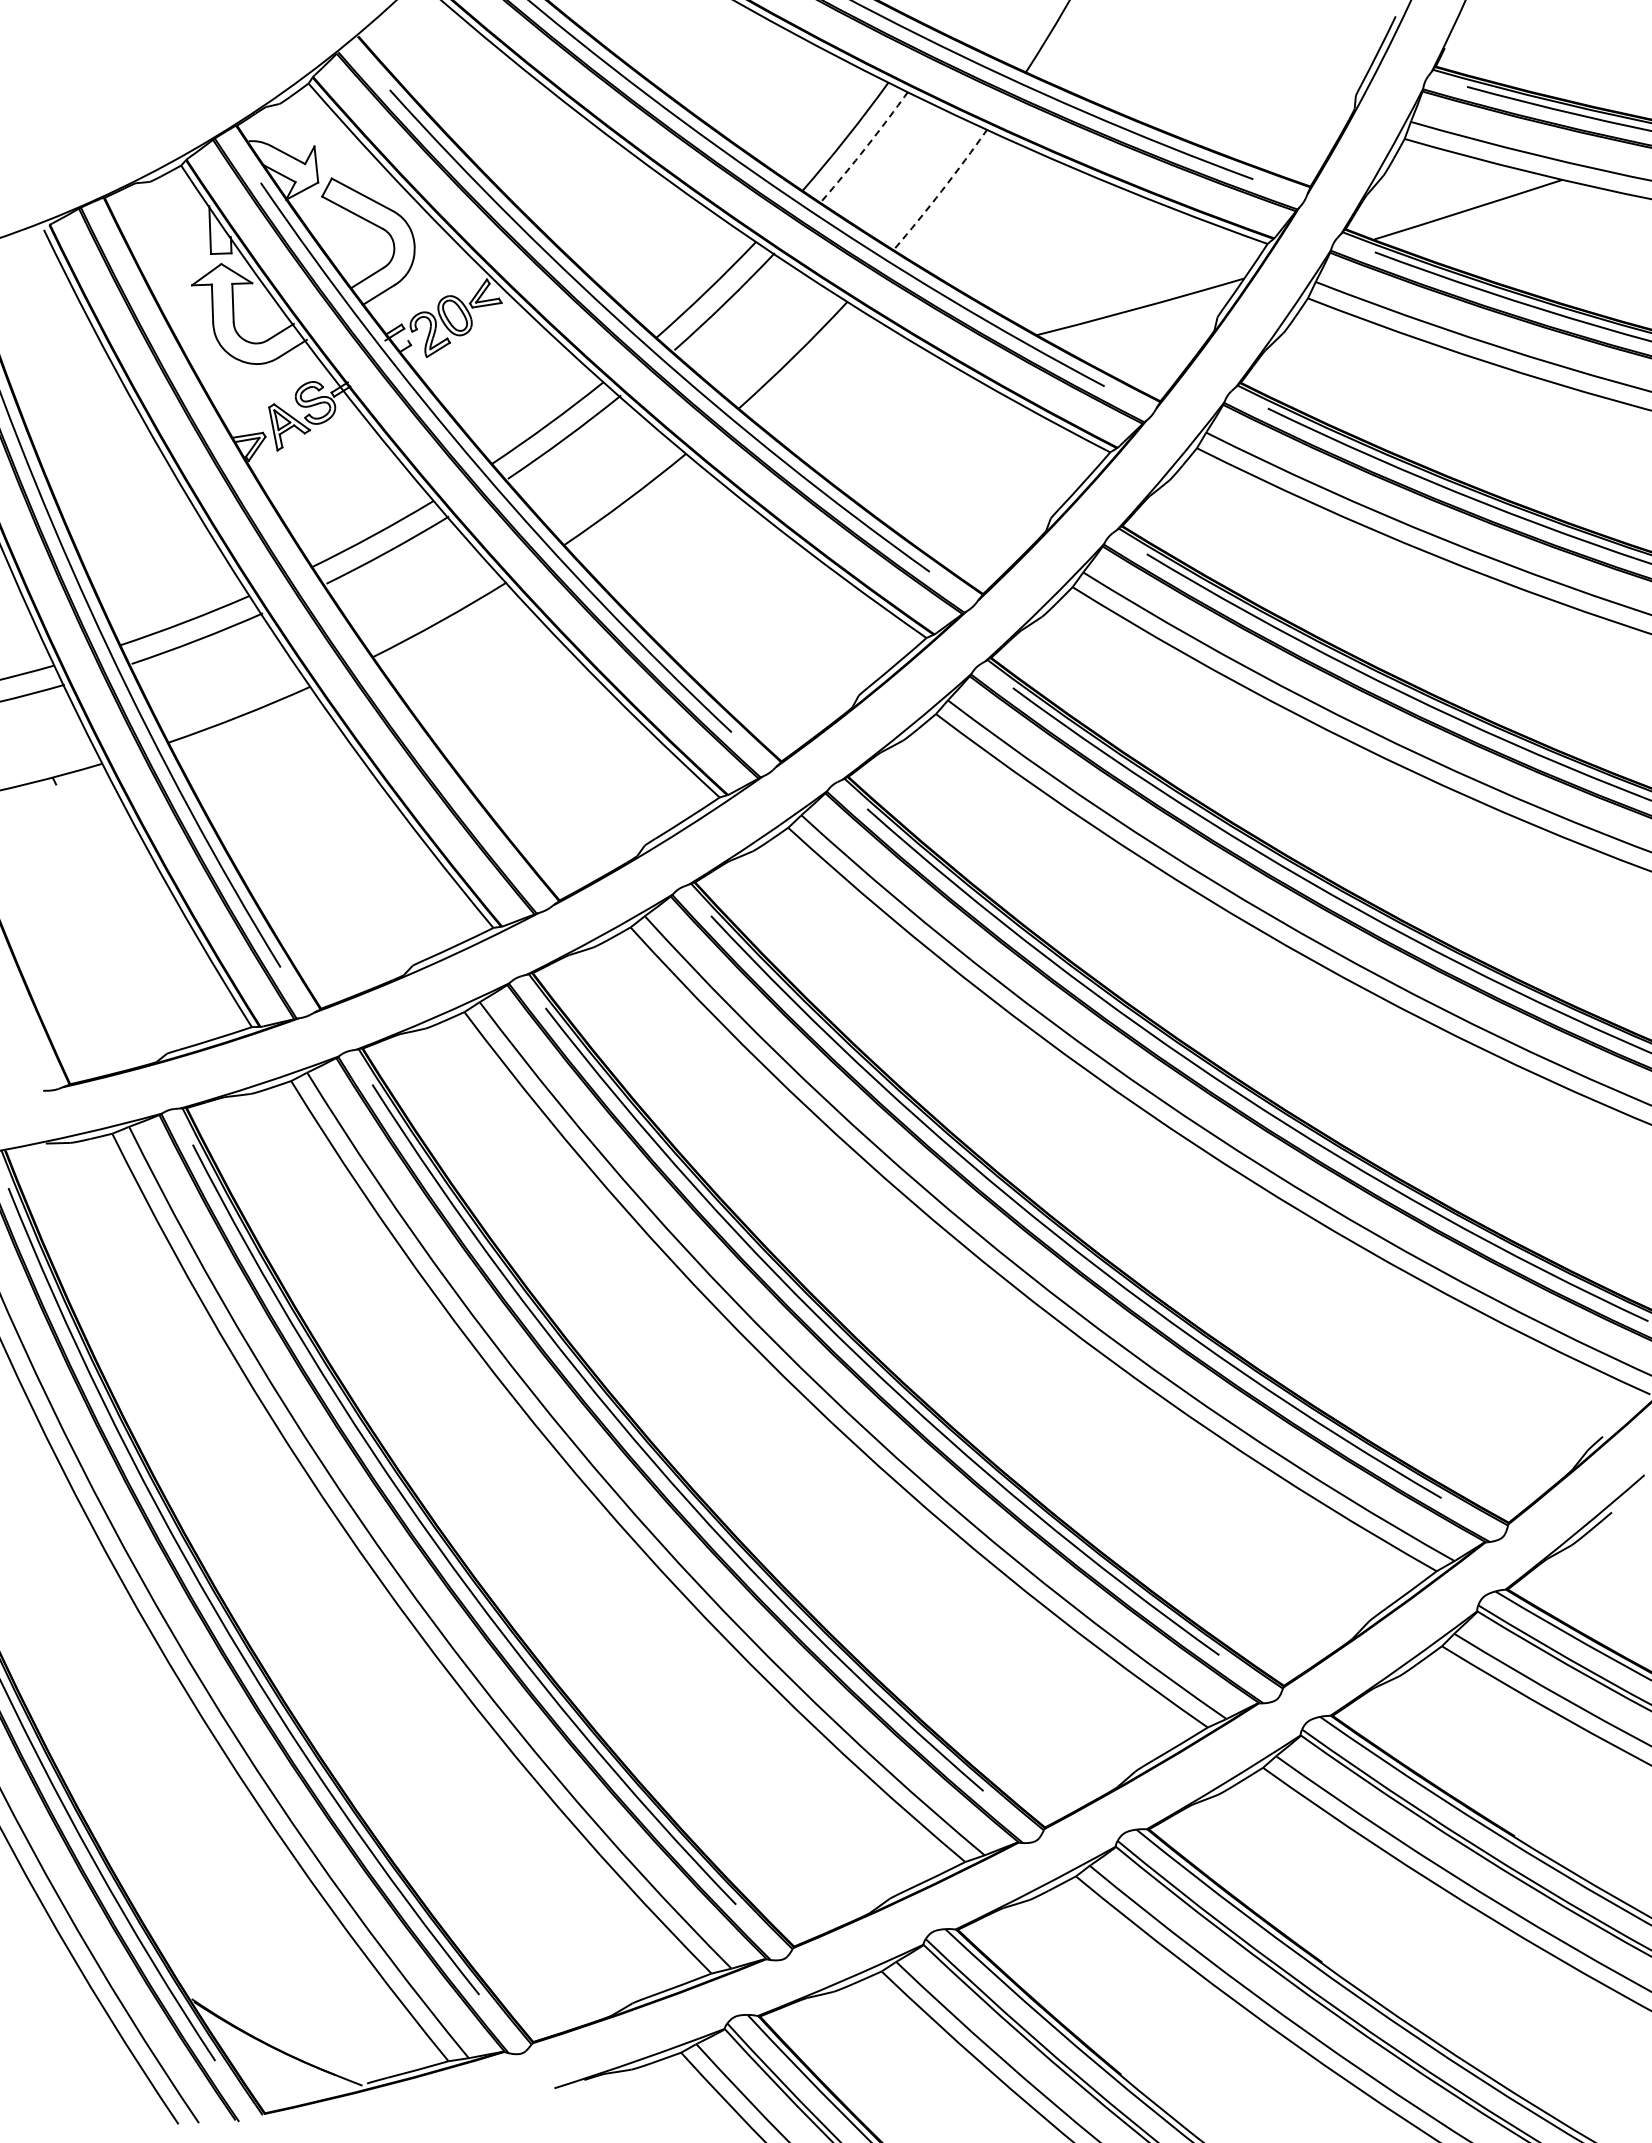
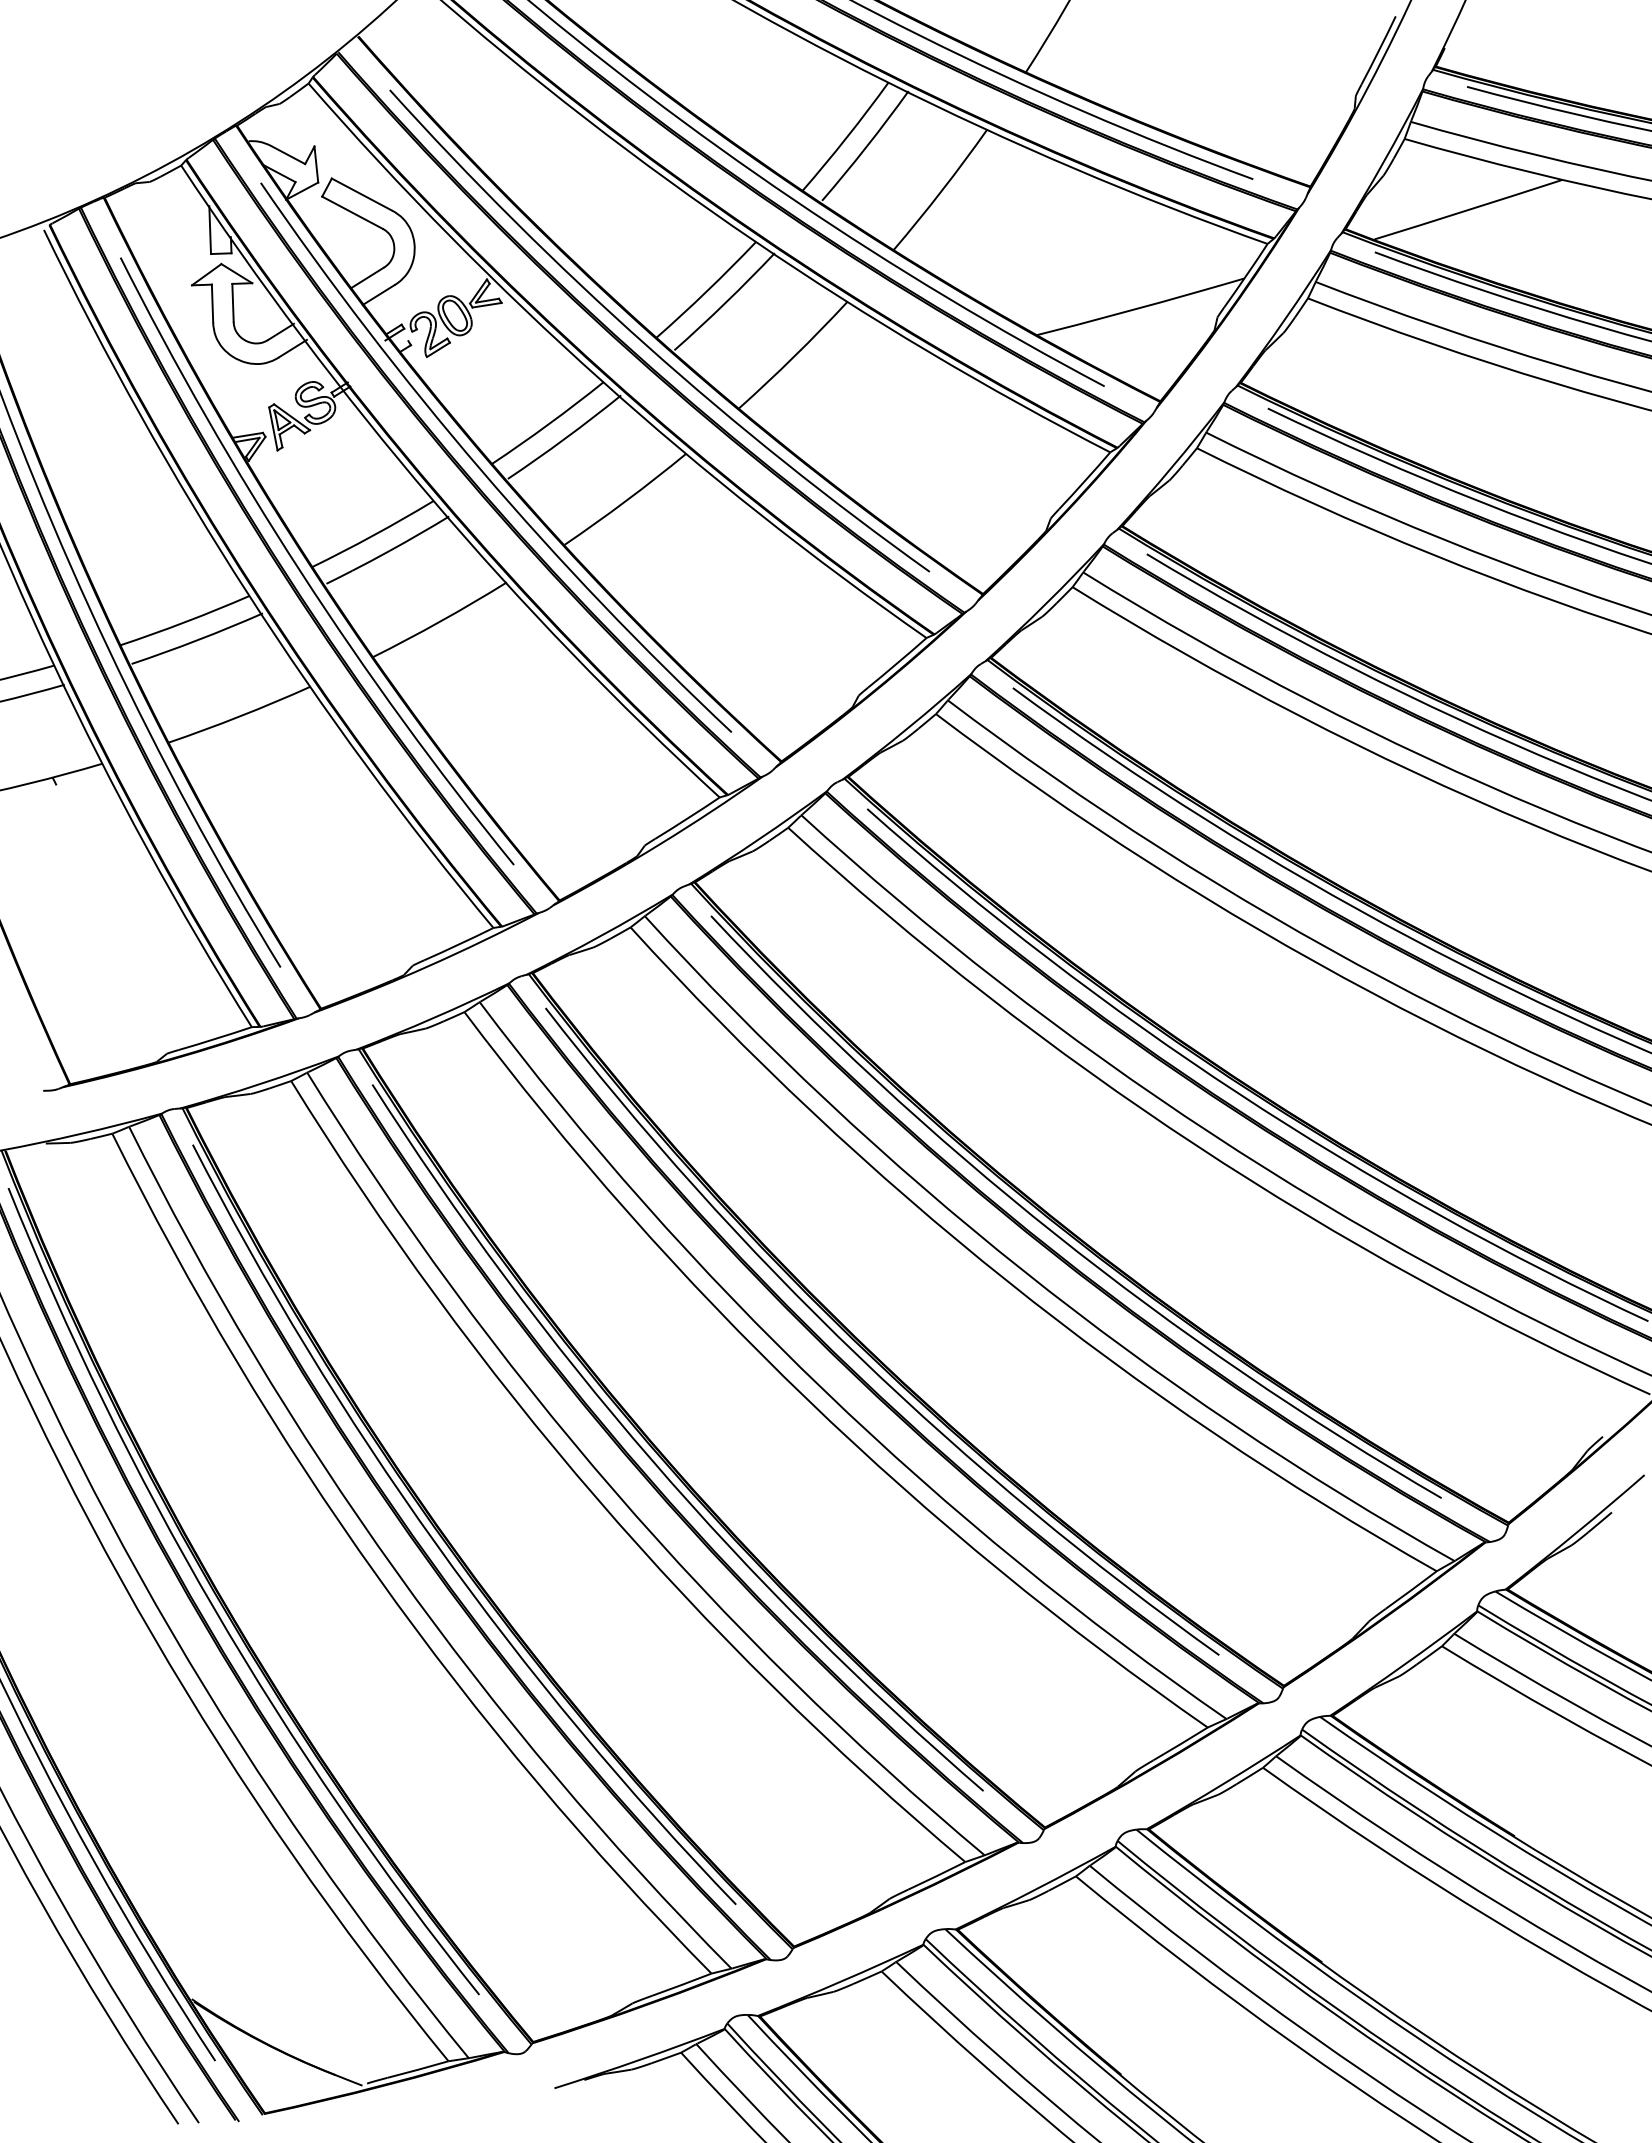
arc at (866, 146): dashed -> solid
arc at (941, 190): dashed -> solid
curve at (302, 572): none -> present
